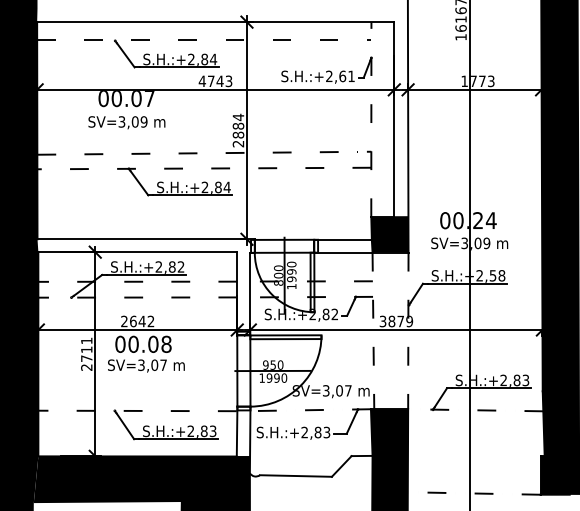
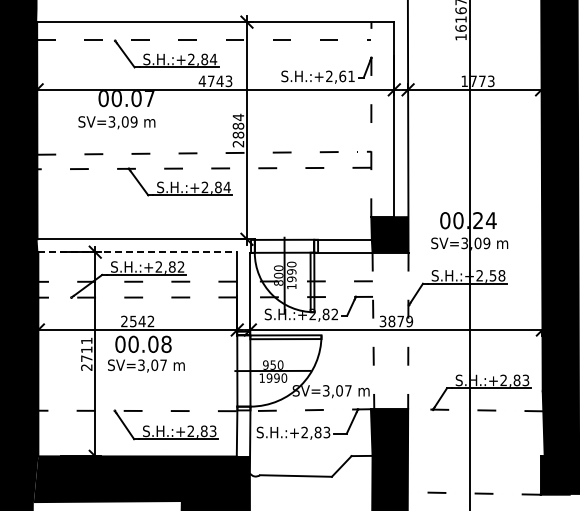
text at (126, 122) position: (126, 122) -> (116, 122)
line at (138, 252): solid -> dashed
text at (133, 321): 2642 -> 2542
